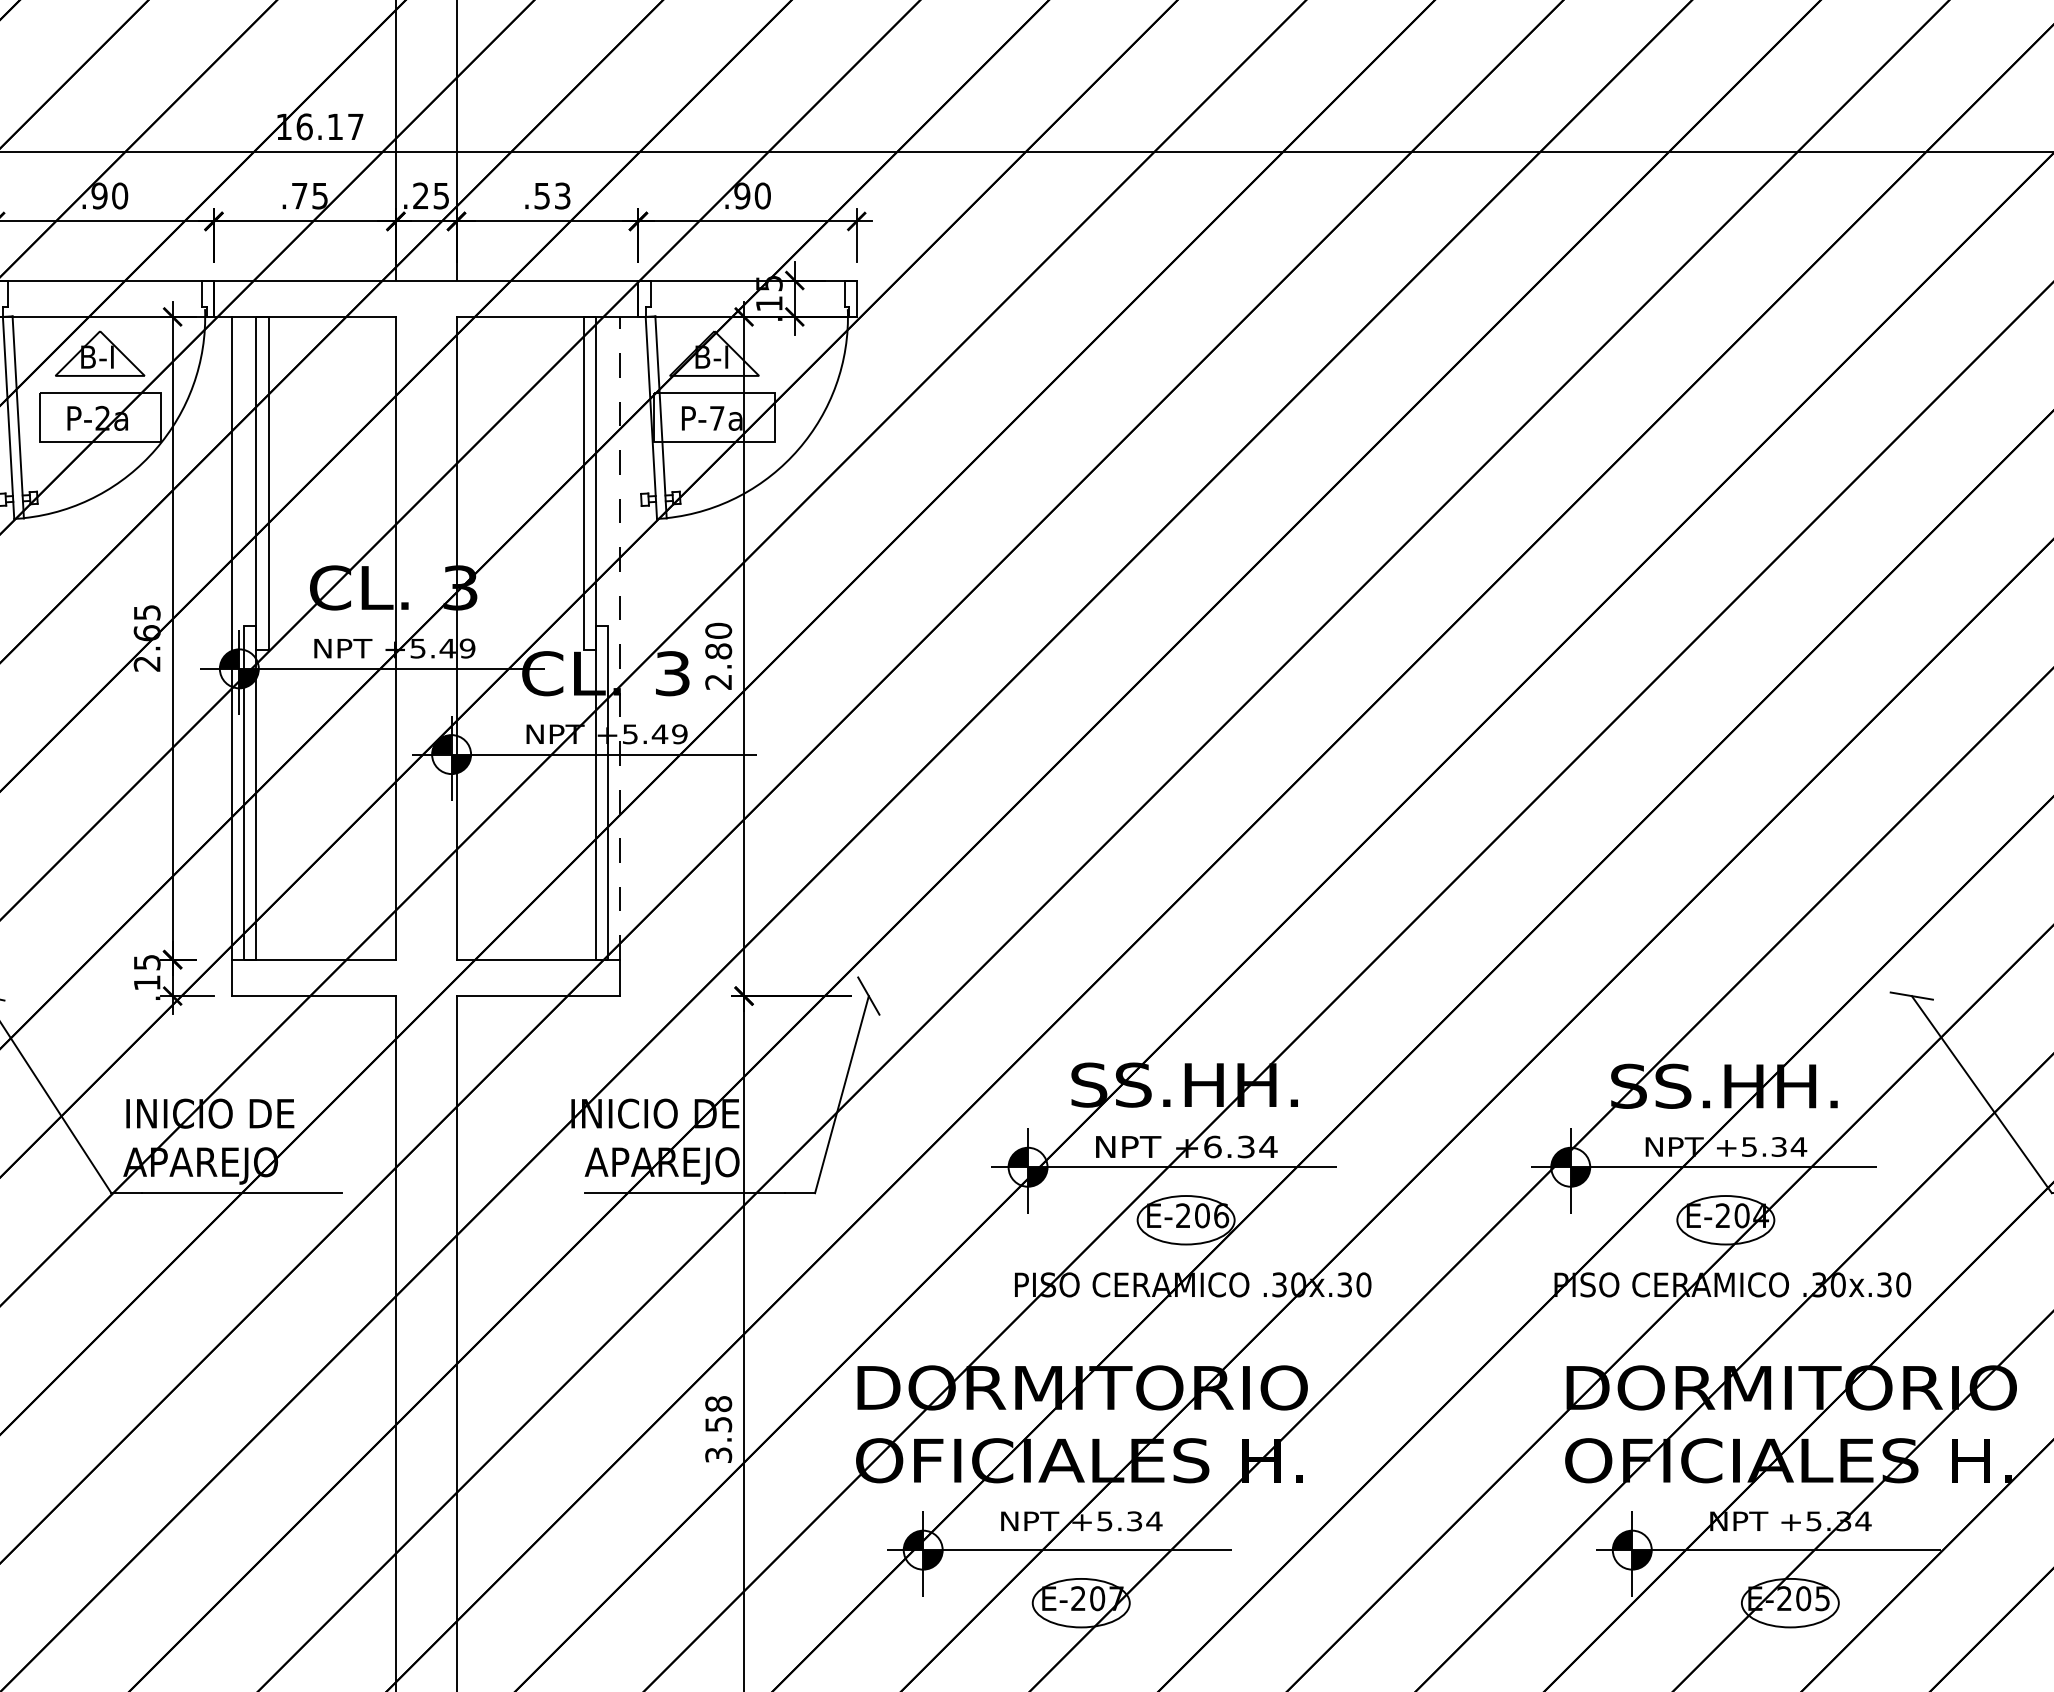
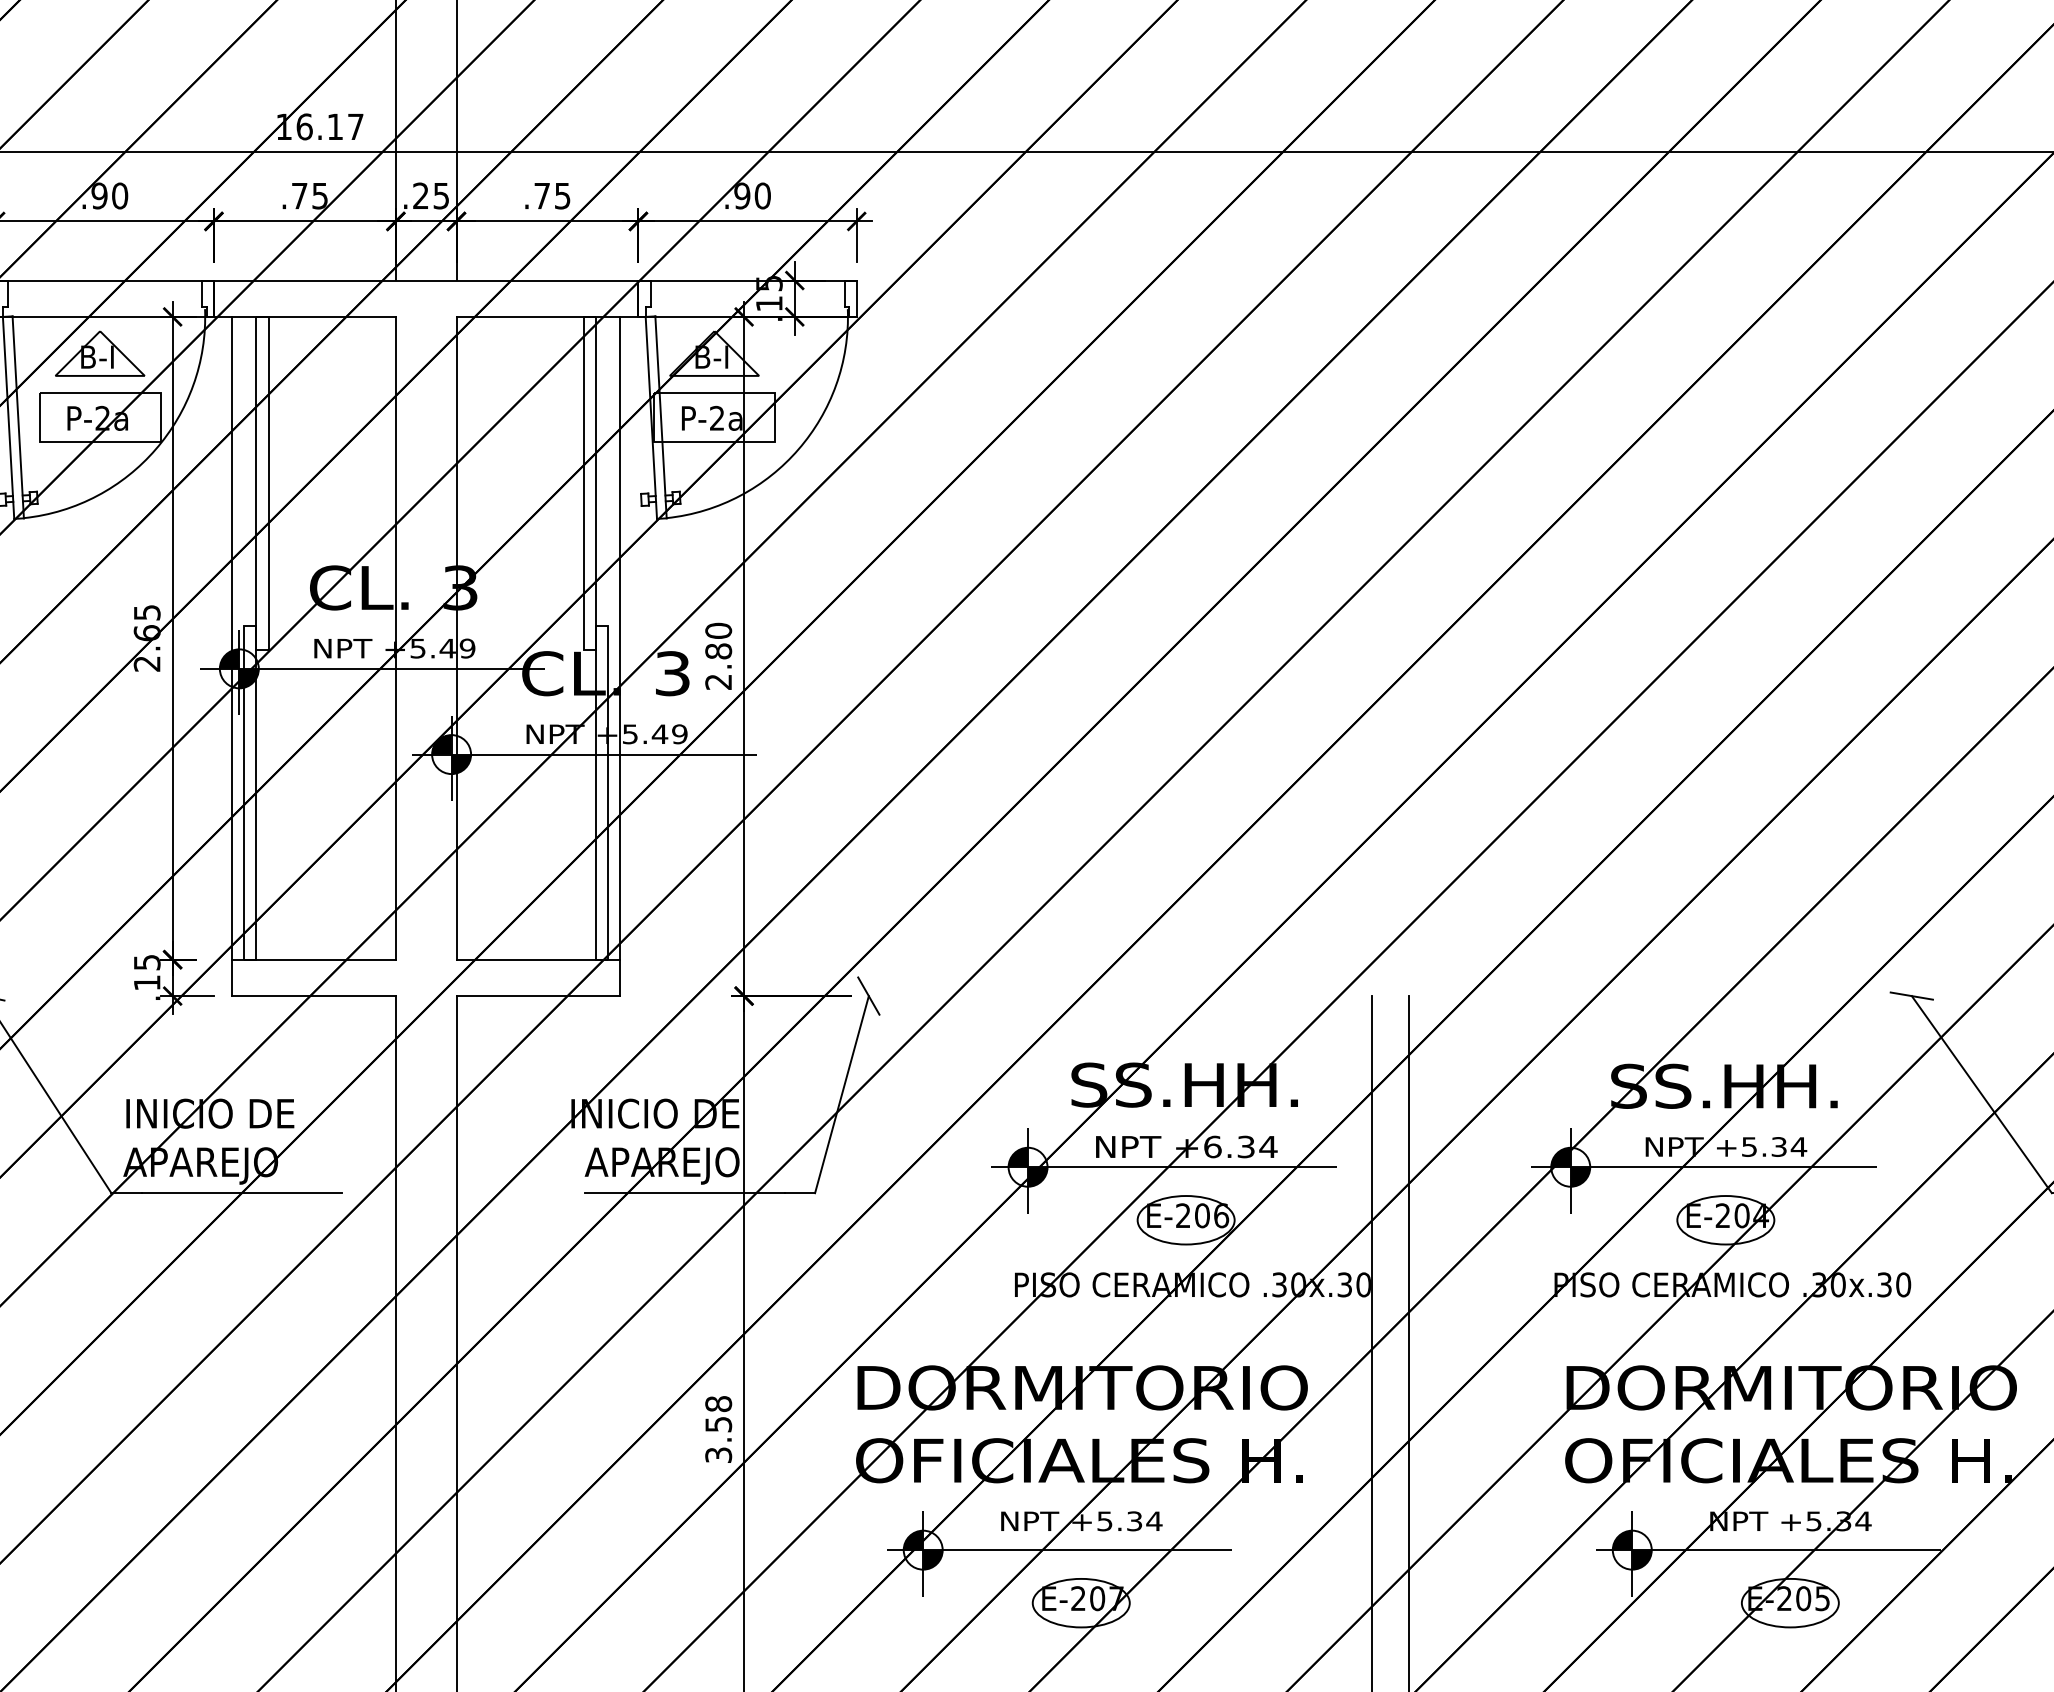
text at (552, 195): .53 -> .75
text at (717, 417): P-7a -> P-2a
line at (620, 637): dashed -> solid
line at (1372, 1342): none -> present
line at (1408, 1342): none -> present
